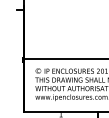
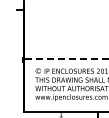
line at (66, 58): solid -> dashed
